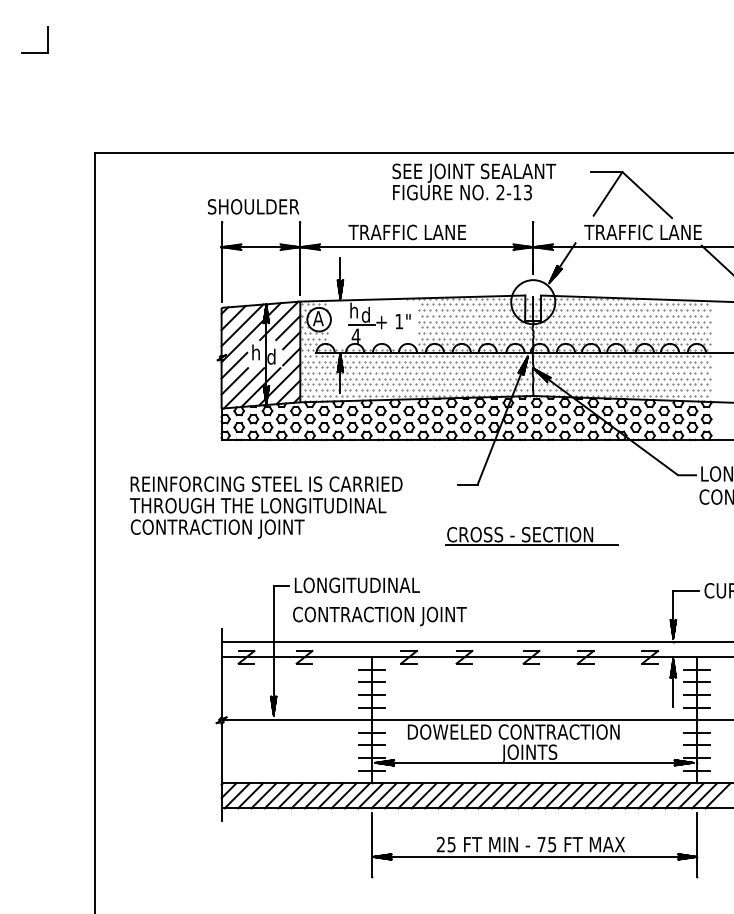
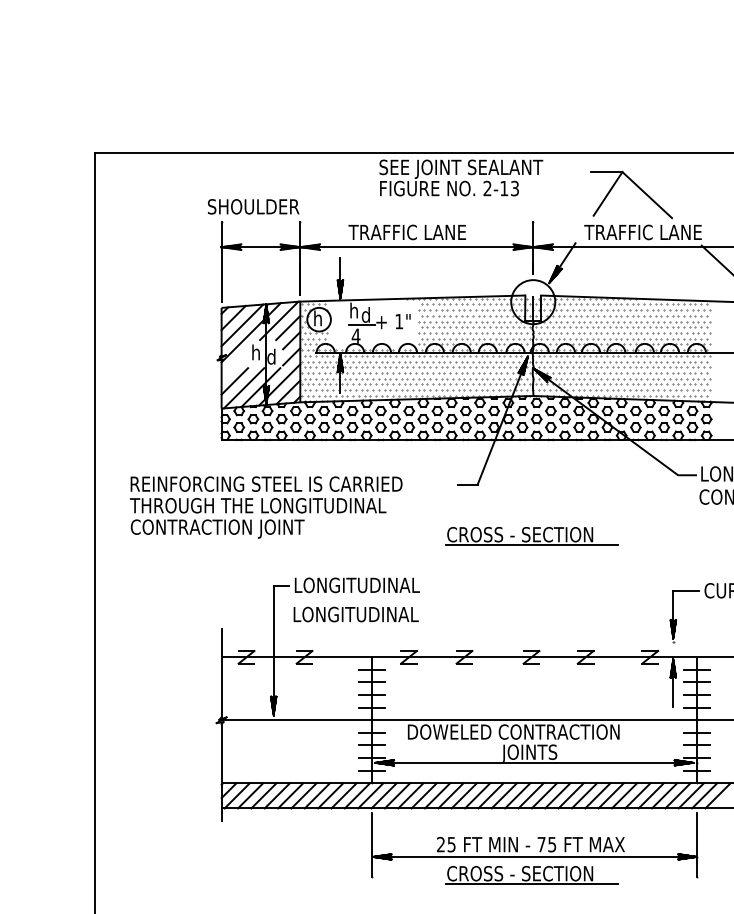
part at (47, 39): present -> none
text at (474, 181) position: (474, 181) -> (461, 177)
text at (318, 318): A -> h
line at (234, 365): present -> none
text at (379, 616): CONTRACTION JOINT -> LONGITUDINAL
line at (475, 641): present -> none
part at (531, 875): none -> present
